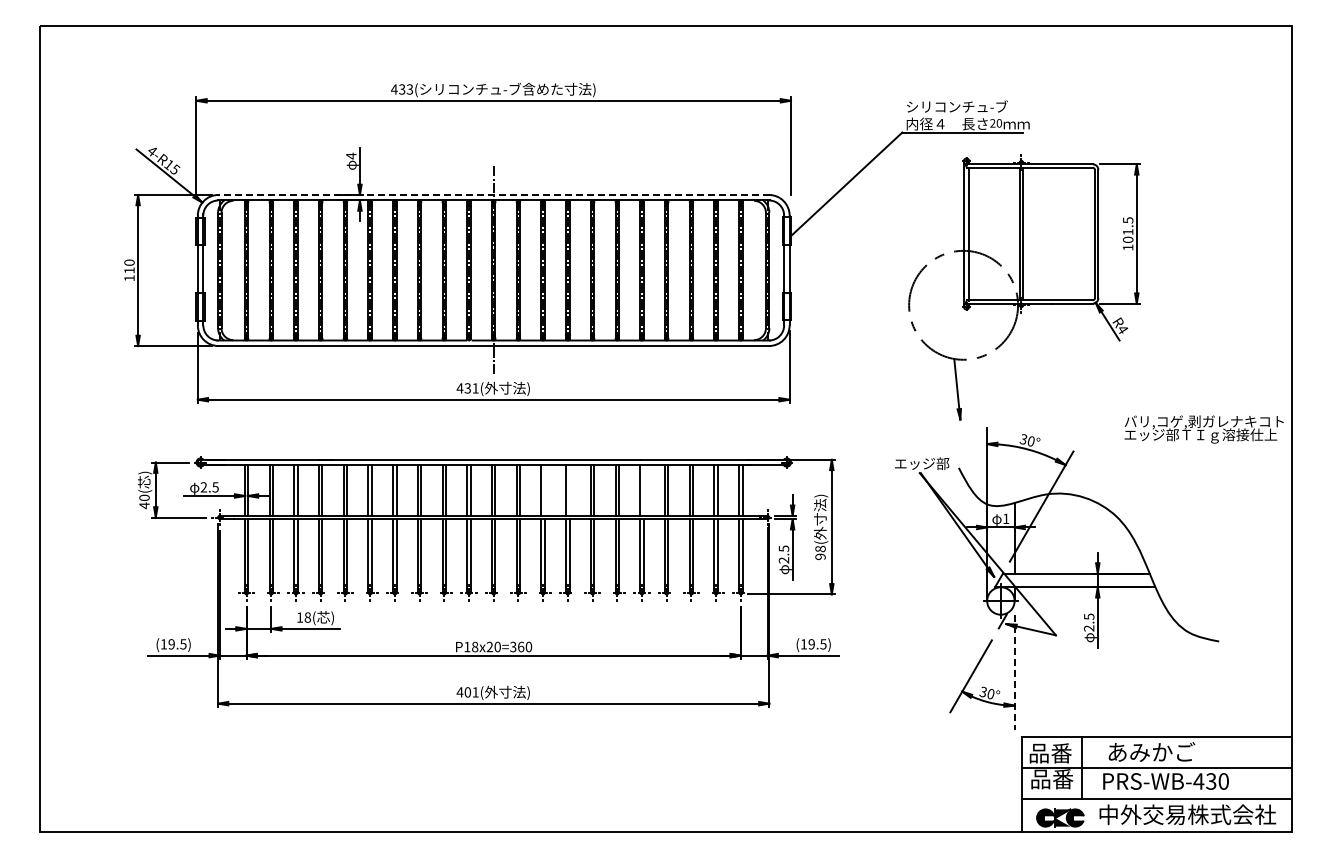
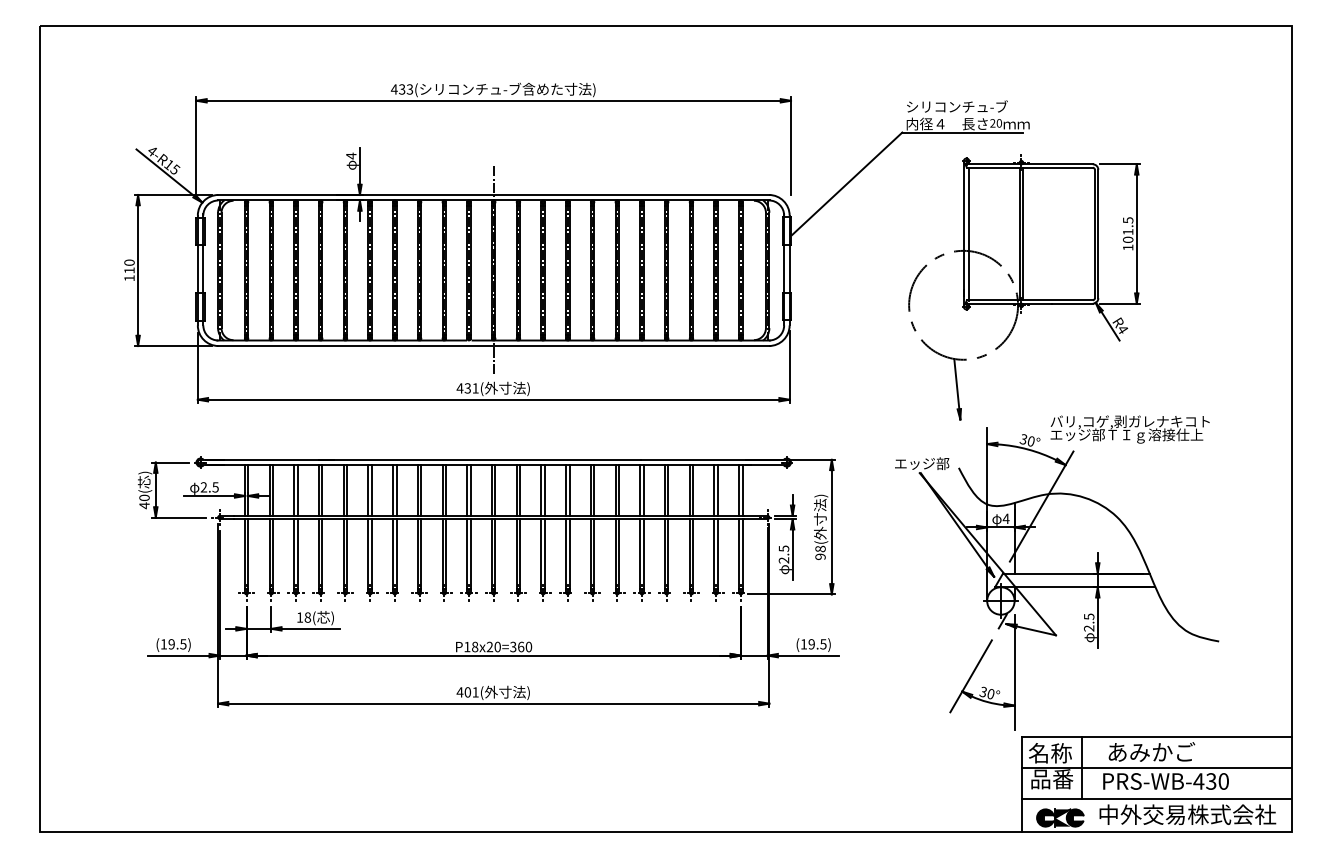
line at (494, 194): dashed -> solid
text at (1203, 429) position: (1203, 429) -> (1129, 429)
line at (544, 490): none -> present
line at (569, 490): none -> present
line at (643, 490): none -> present
text at (1005, 518): 1 -> 4
line at (1014, 672): dashed -> solid
text at (1050, 753): 品番 -> 名称
